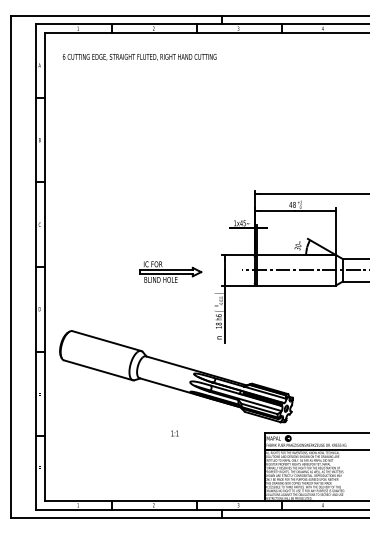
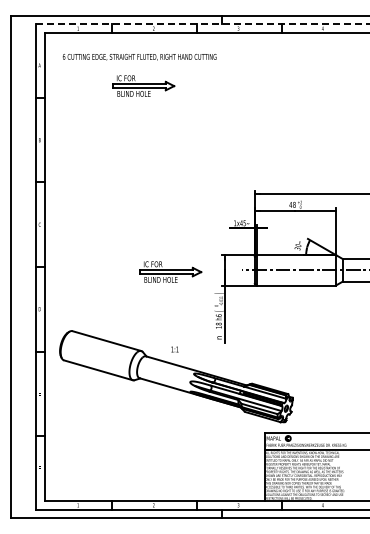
line at (203, 24): solid -> dashed
part at (143, 85): none -> present
text at (174, 433) position: (174, 433) -> (174, 349)
